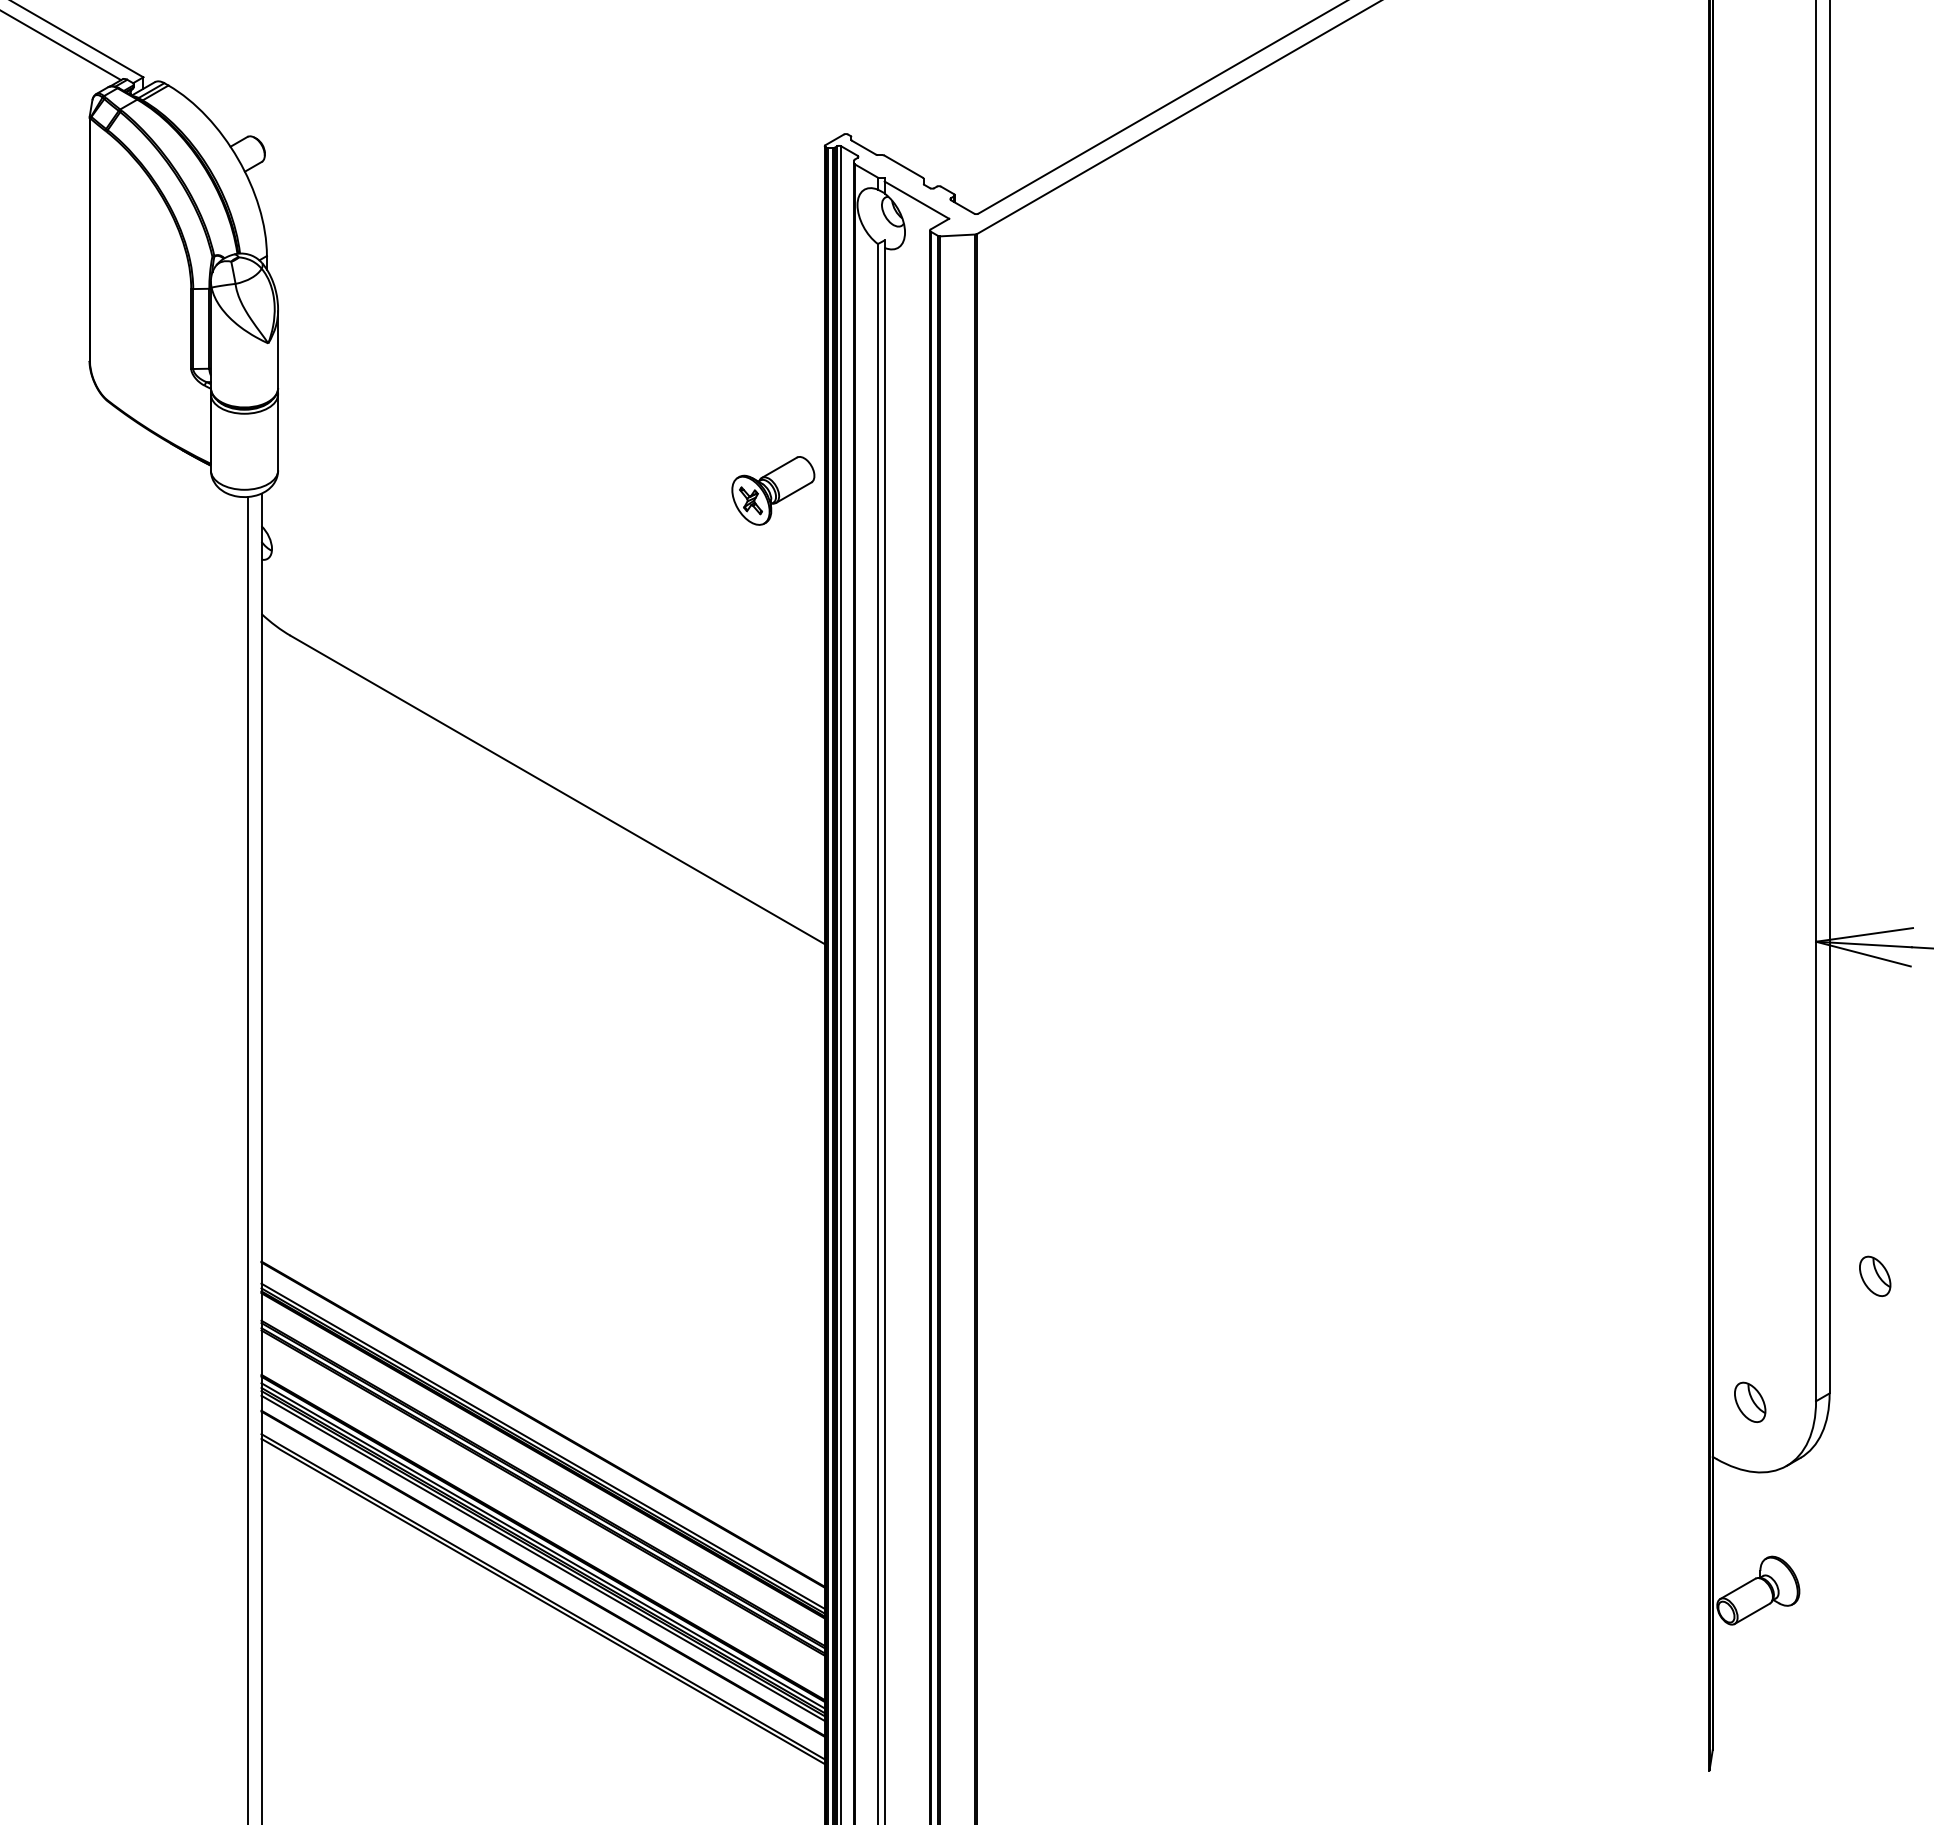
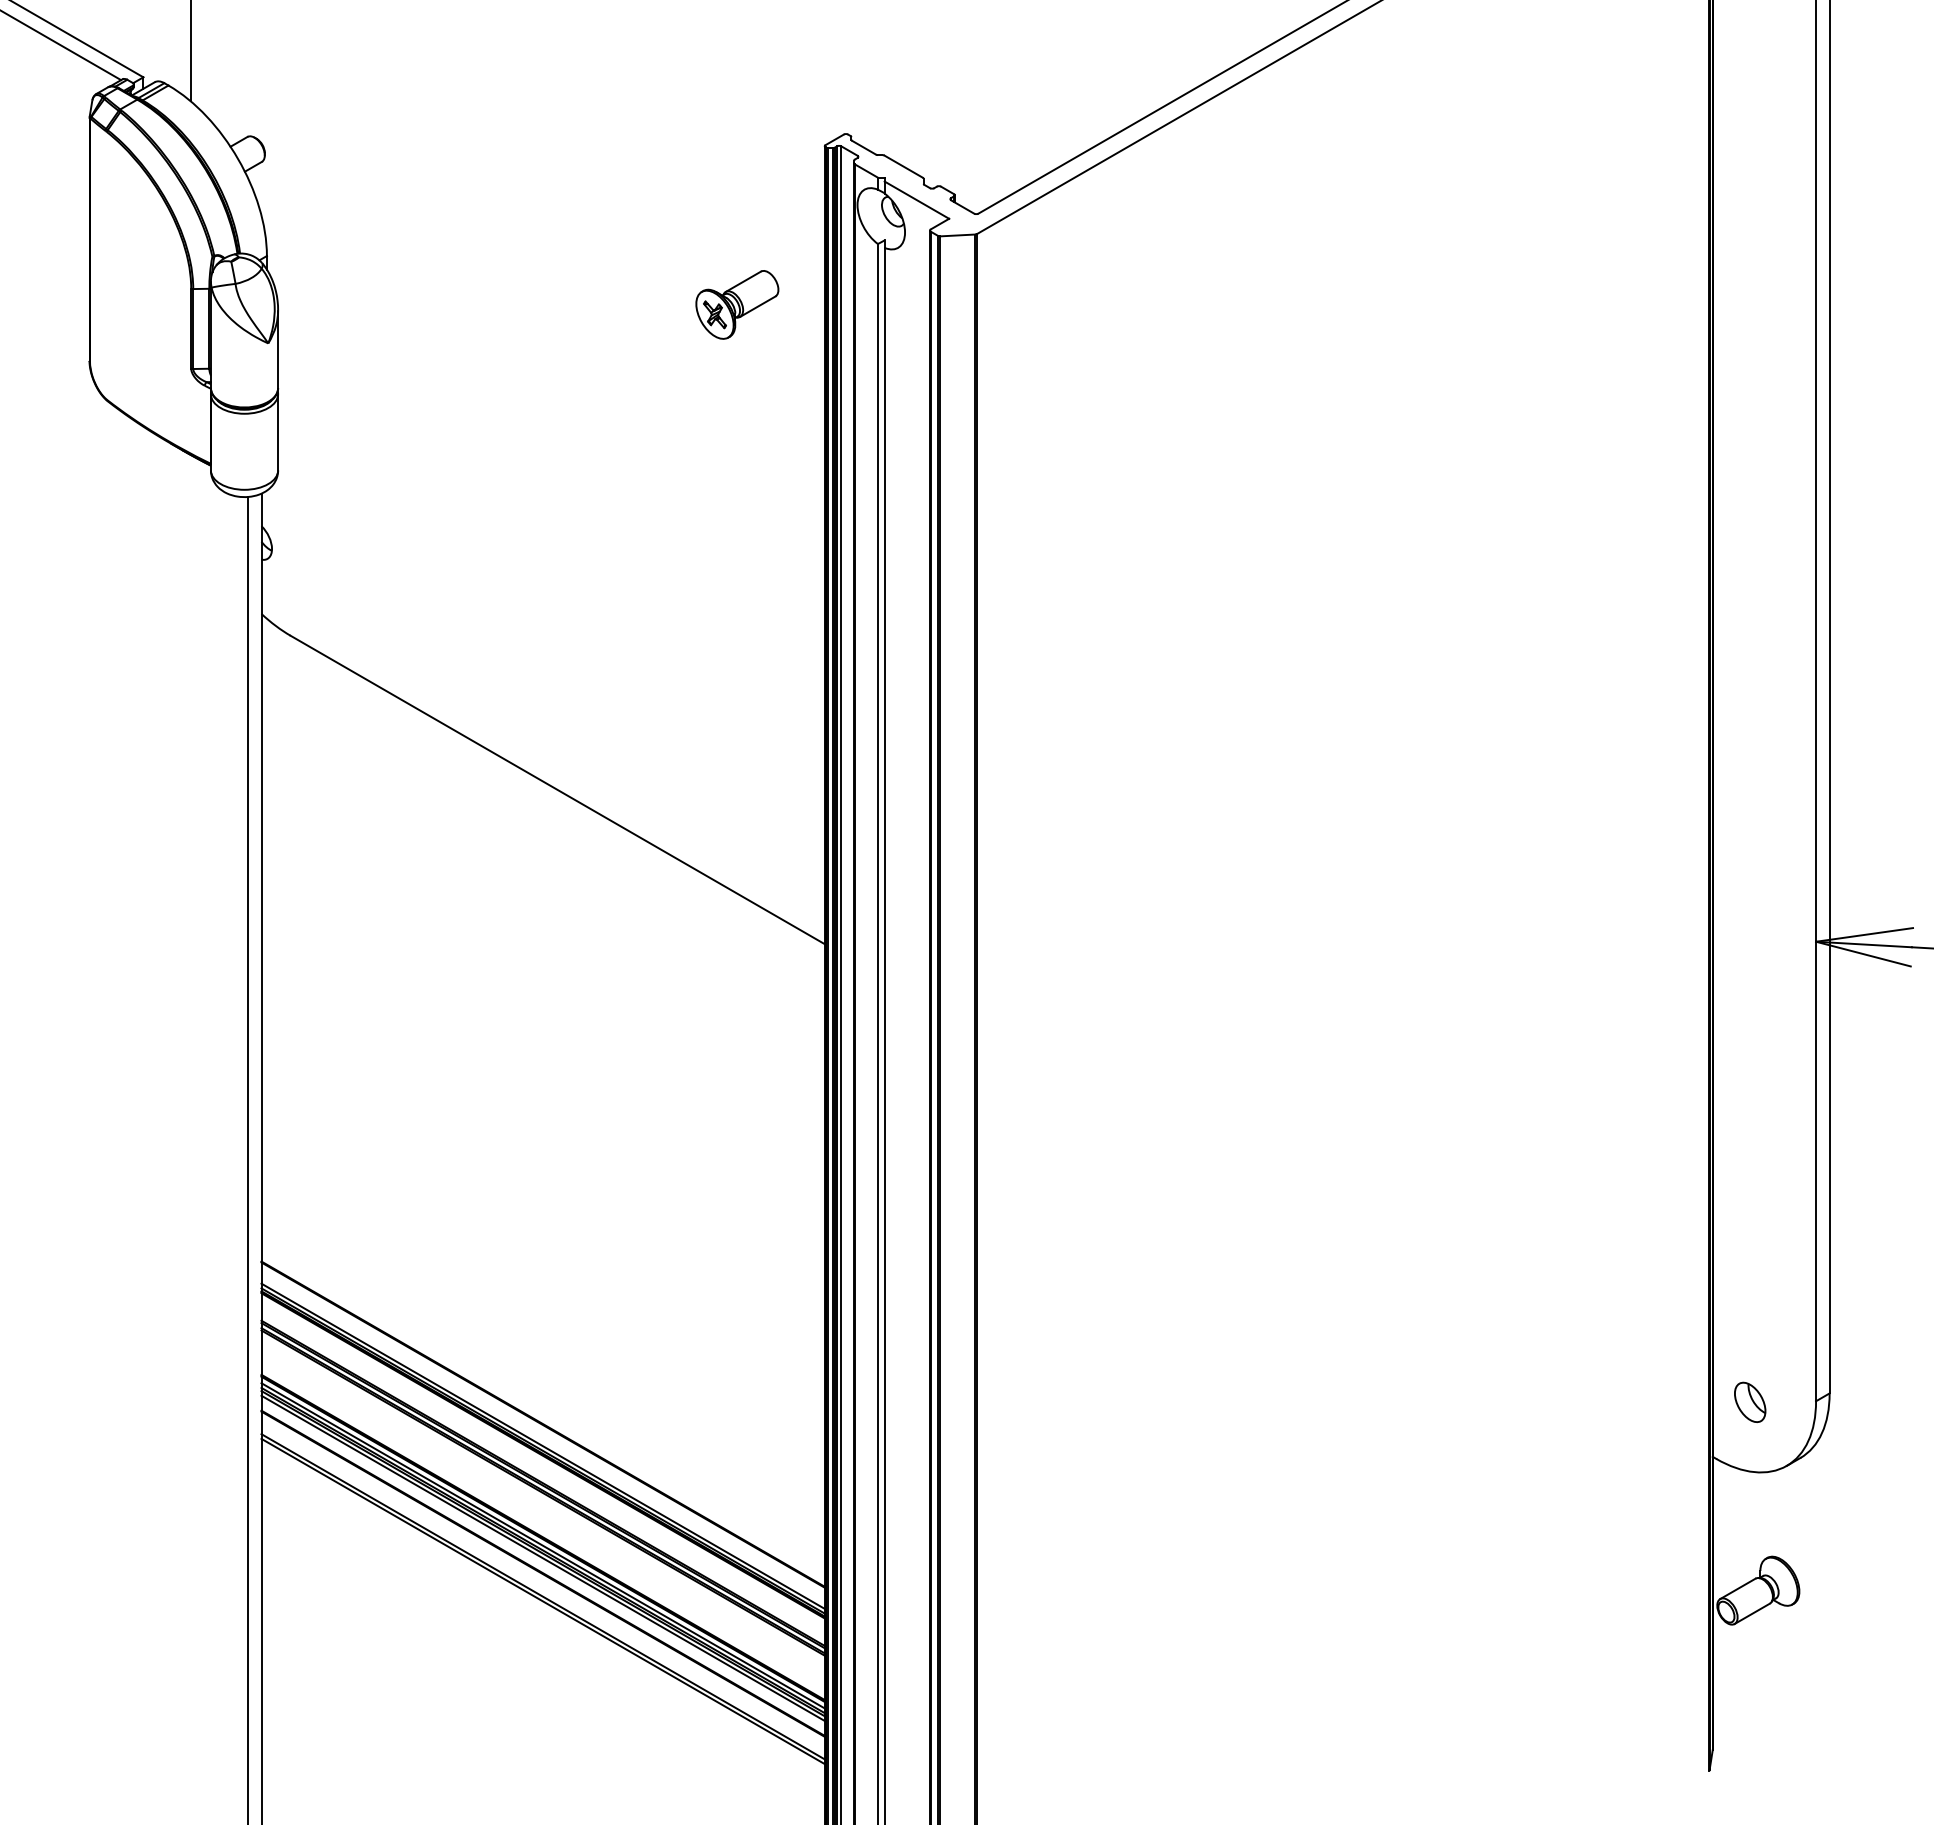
line at (190, 51): none -> present
part at (773, 490) position: (773, 490) -> (737, 304)
part at (1875, 1275): present -> none
